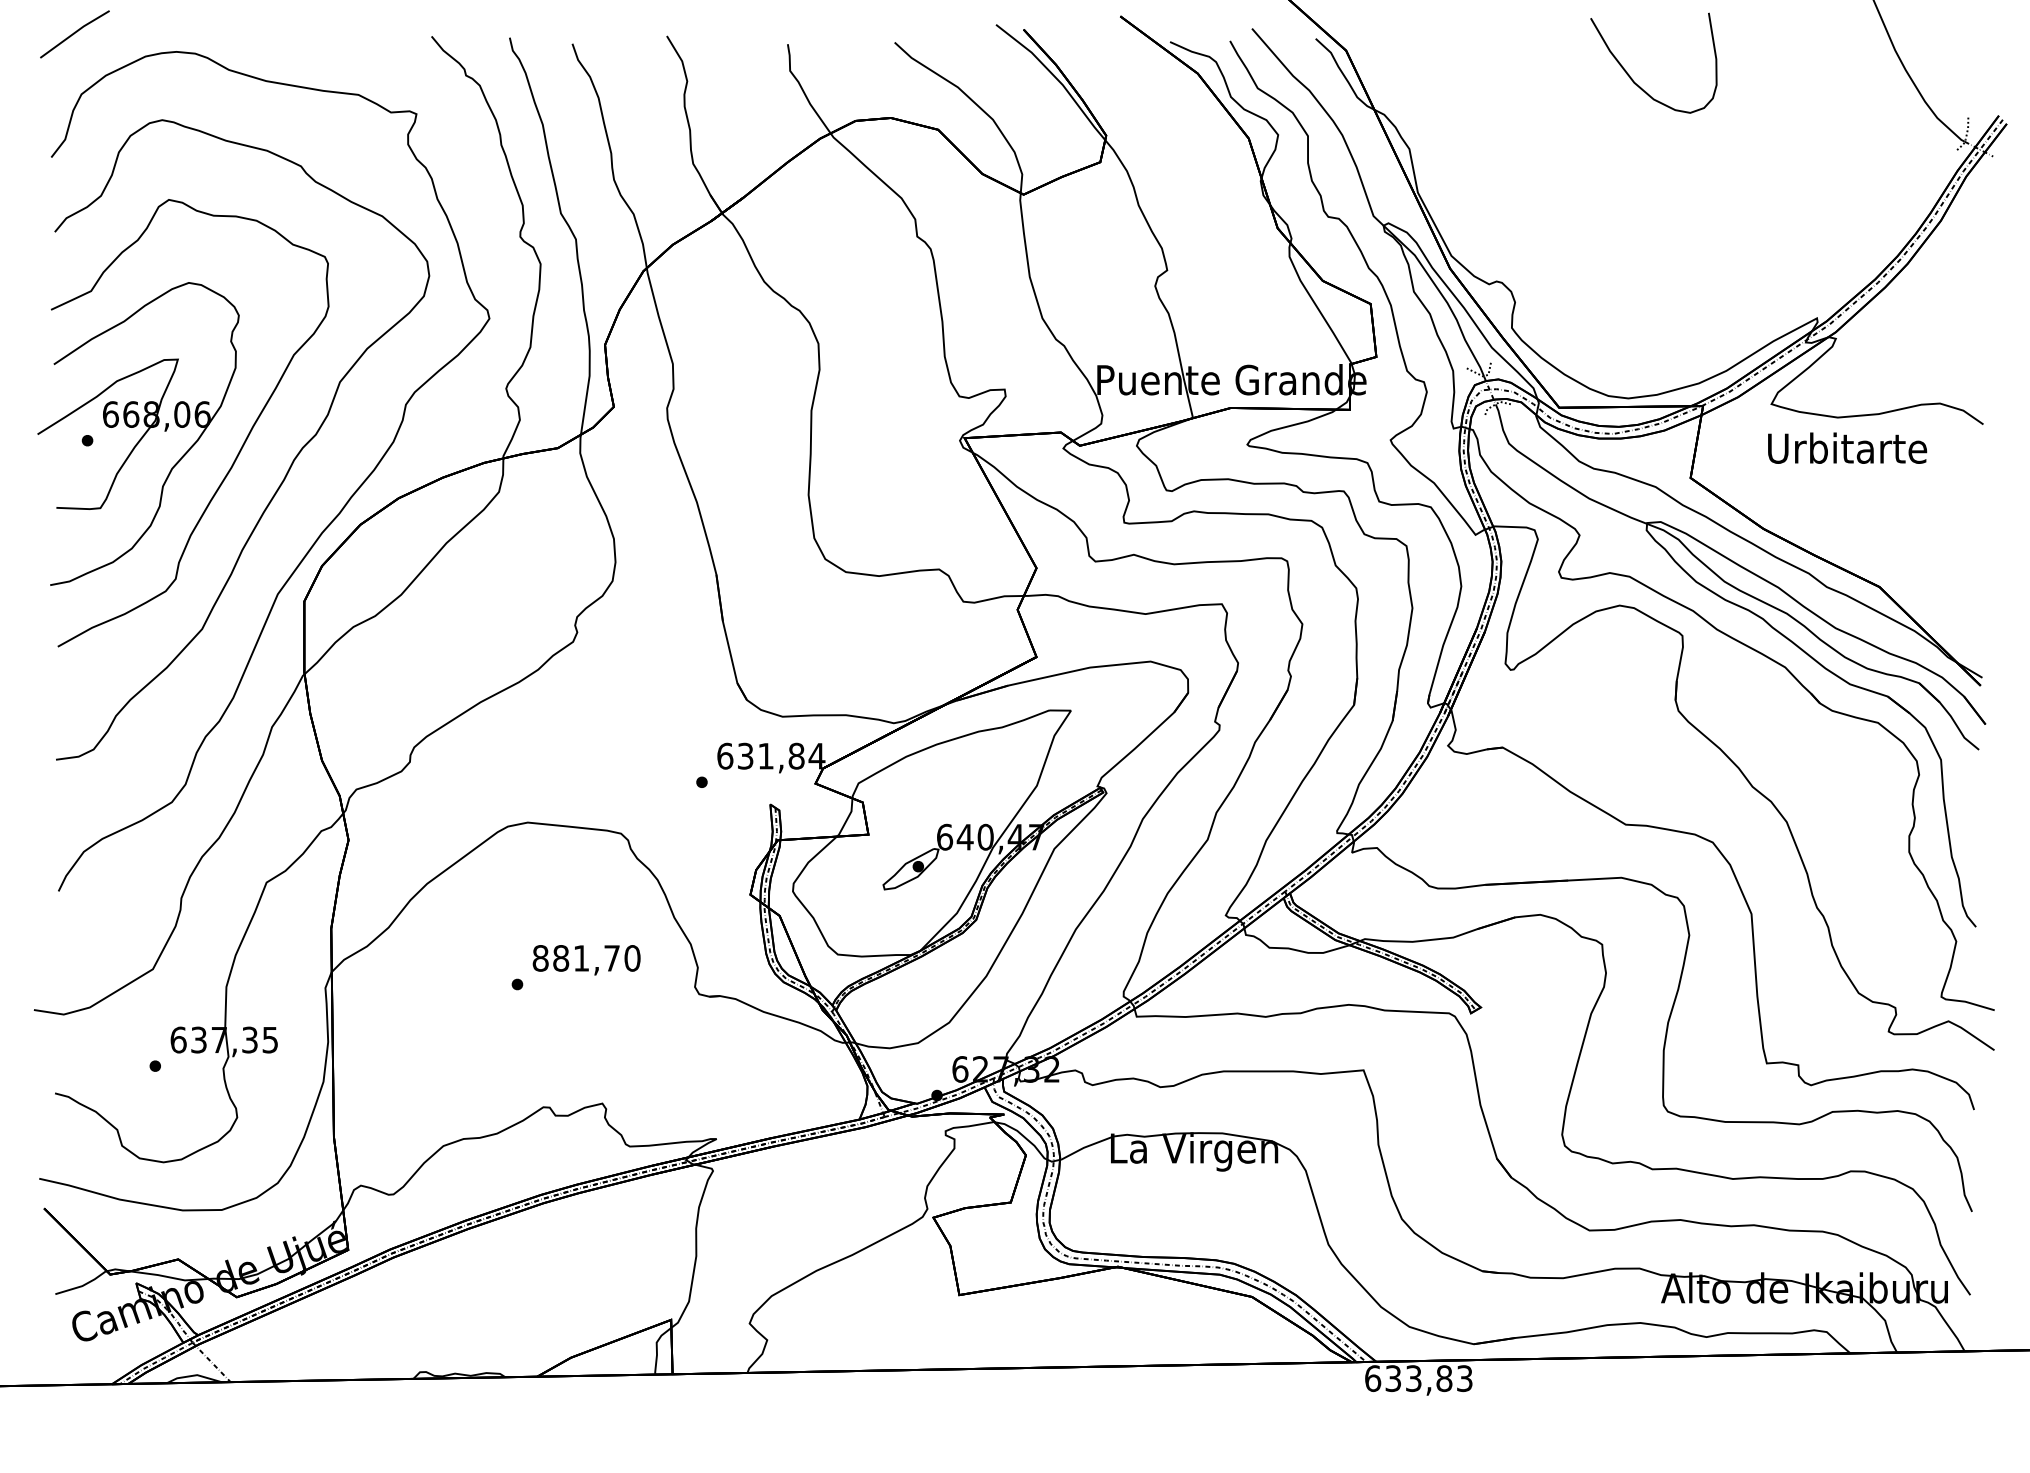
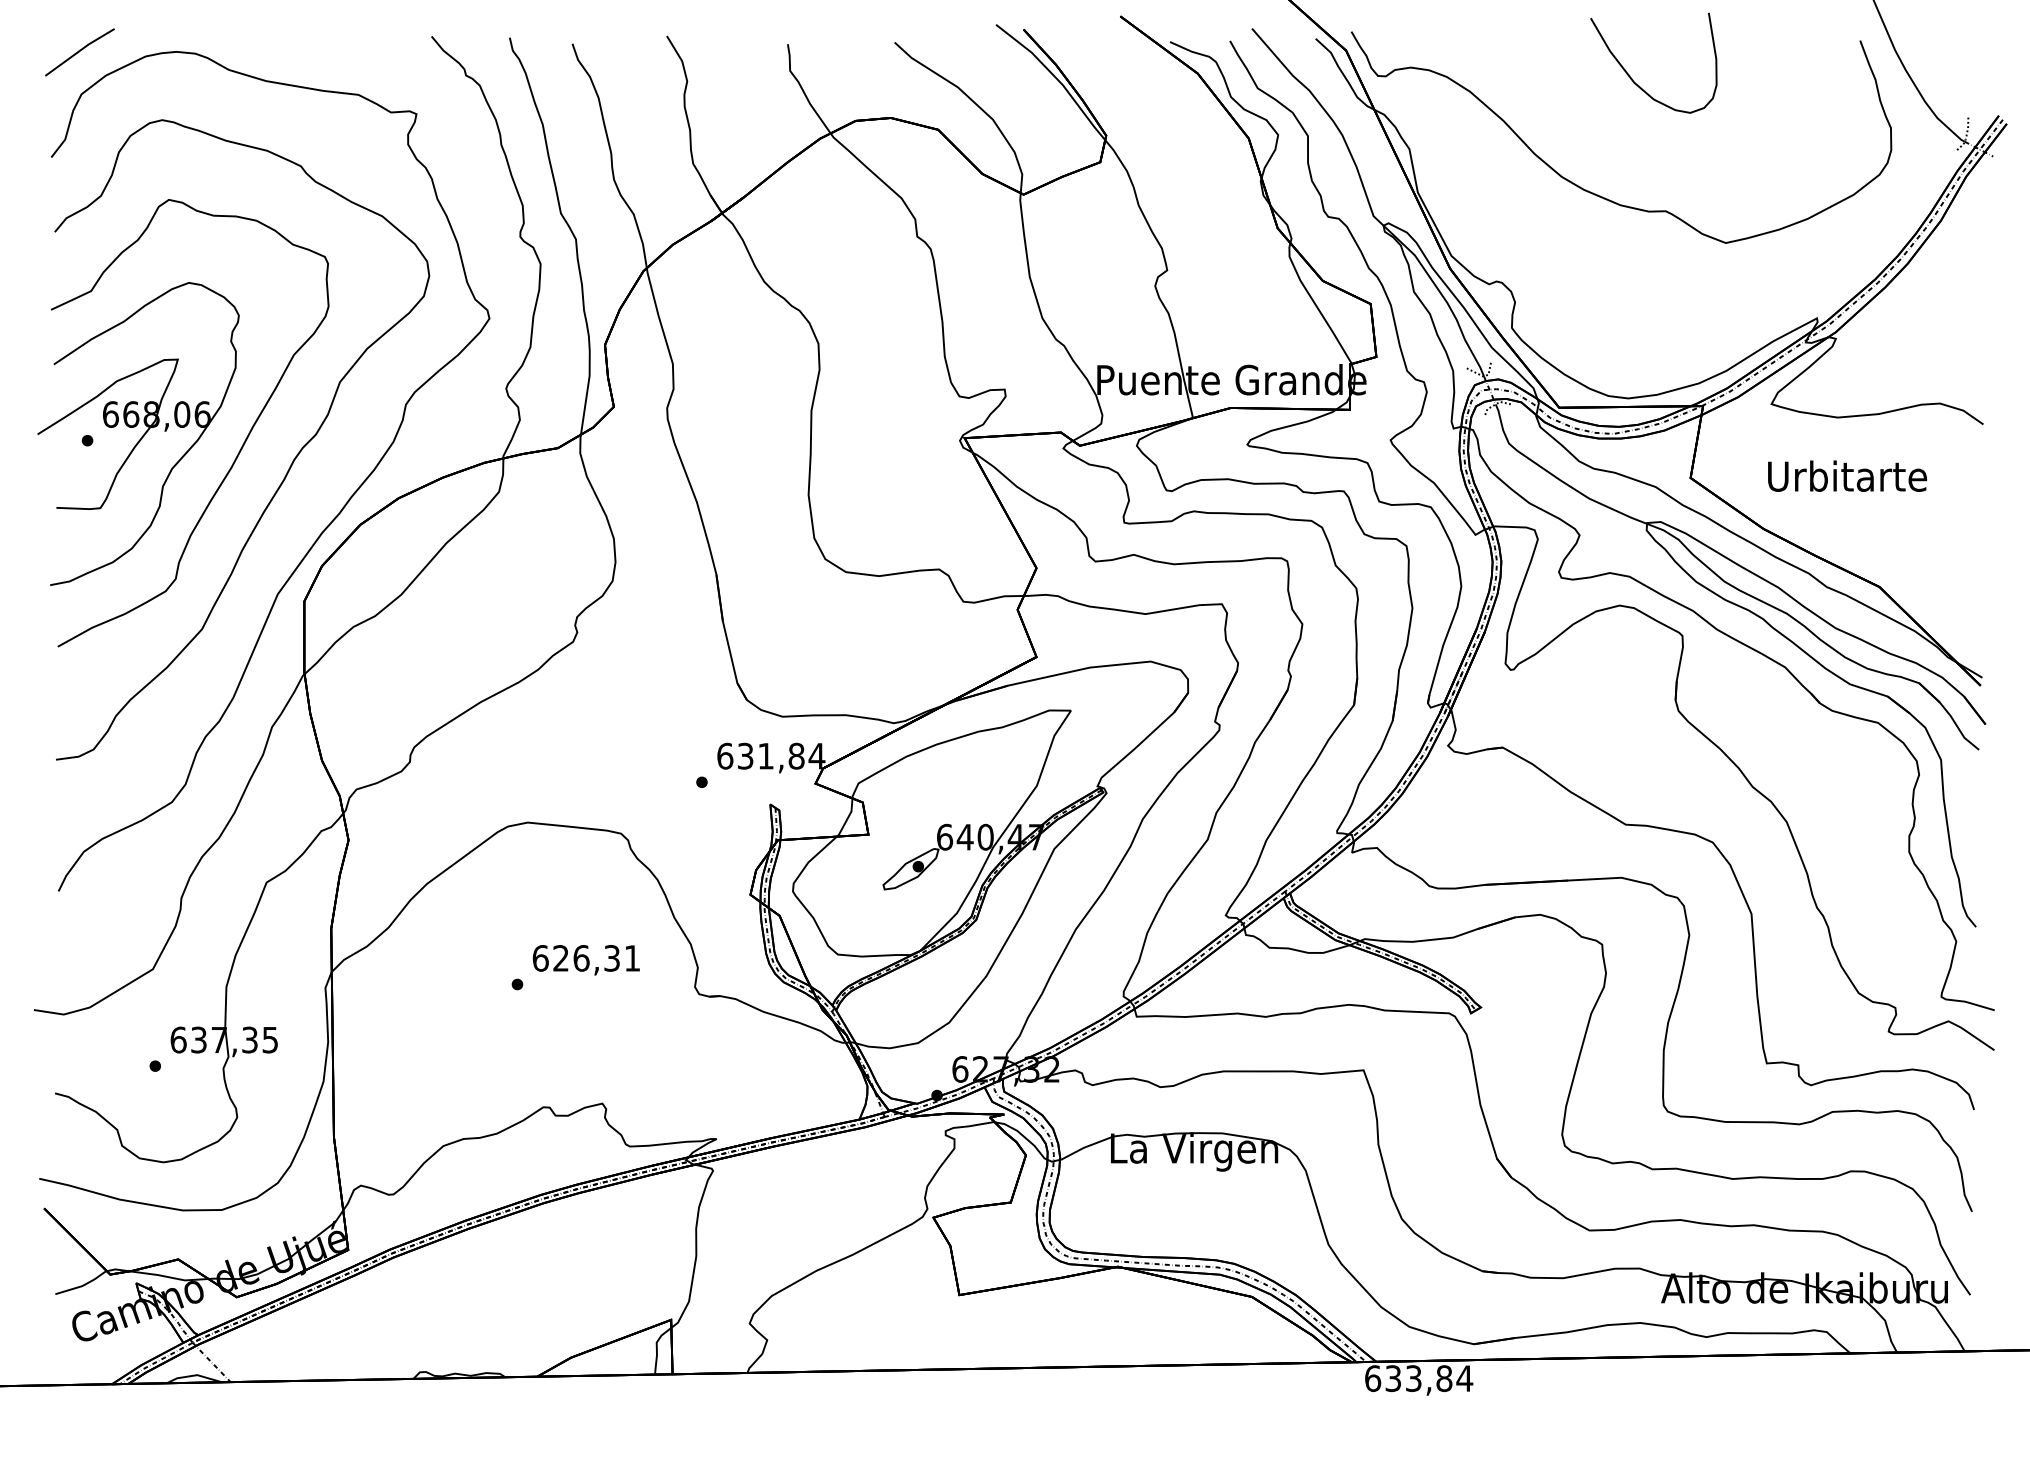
line at (74, 34) position: (74, 34) -> (79, 52)
curve at (1600, 195): none -> present
text at (1847, 447) position: (1847, 447) -> (1847, 475)
text at (586, 958): 881,70 -> 626,31
text at (1464, 1378): 633,83 -> 633,84
